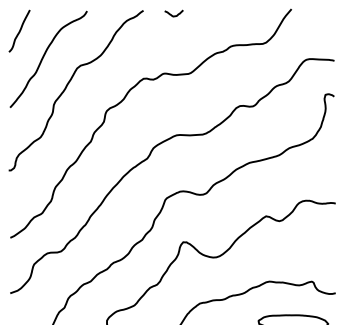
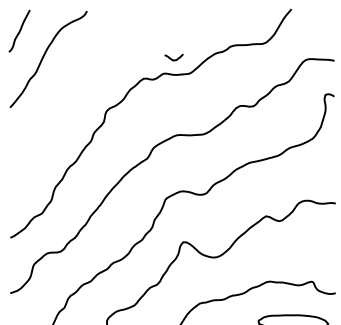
curve at (173, 15) position: (173, 15) -> (173, 59)
curve at (67, 86): present -> none
